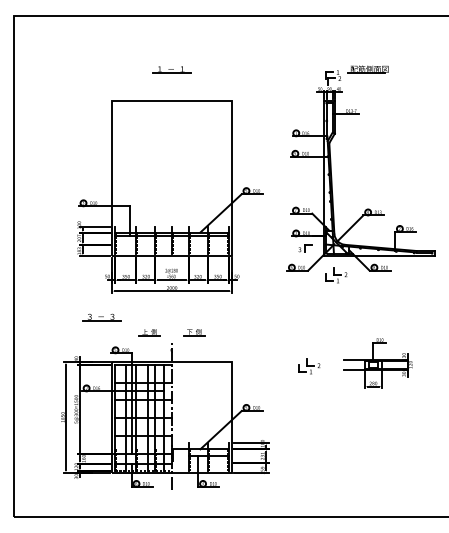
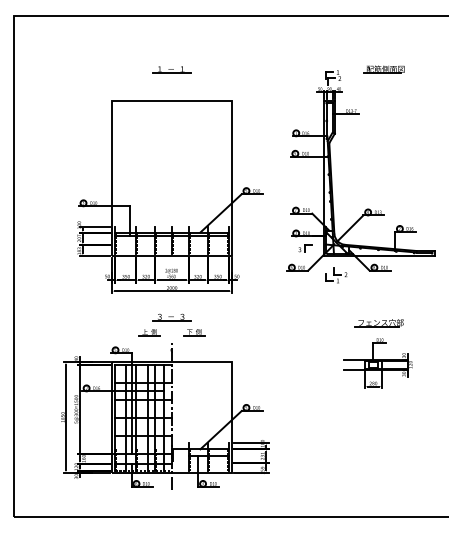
part at (367, 69) position: (367, 69) -> (383, 69)
part at (101, 317) position: (101, 317) -> (171, 317)
part at (378, 323): none -> present
part at (309, 366): present -> none
